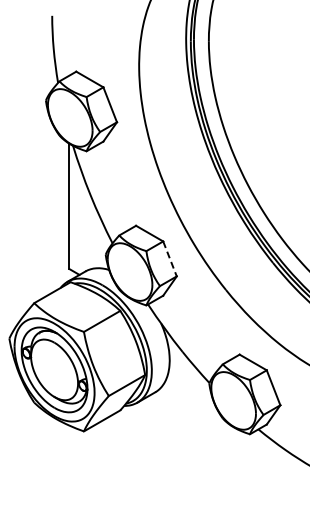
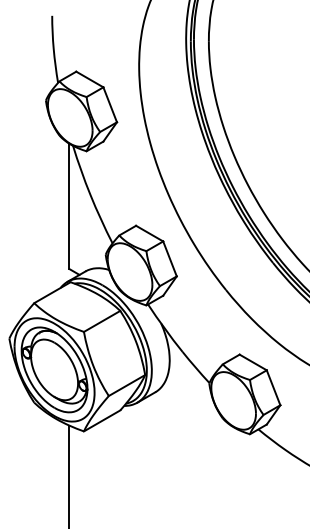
line at (170, 258): dashed -> solid
line at (69, 475): none -> present
